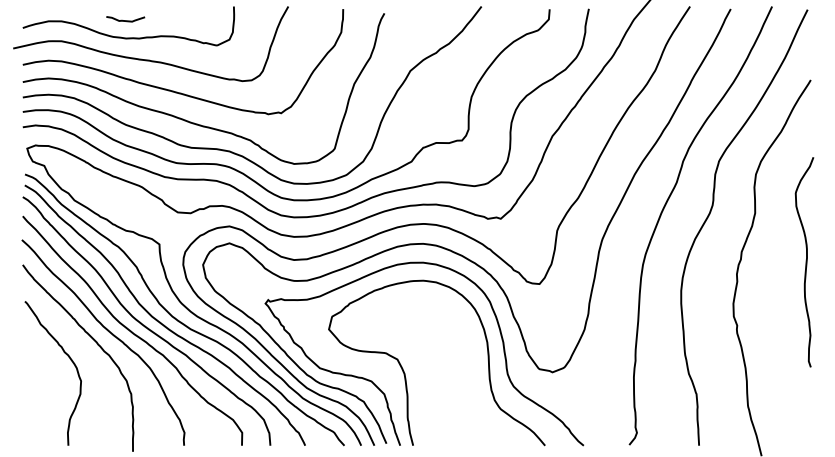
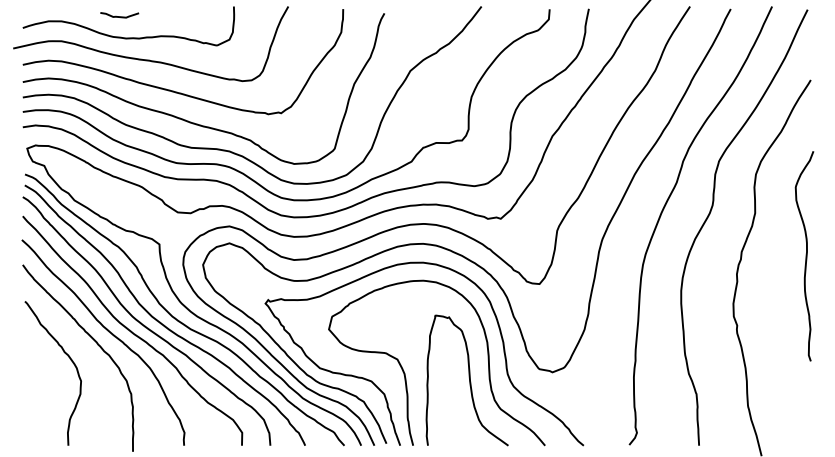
curve at (125, 20) position: (125, 20) -> (119, 16)
curve at (805, 262) position: (805, 262) -> (805, 256)
curve at (469, 380): none -> present
